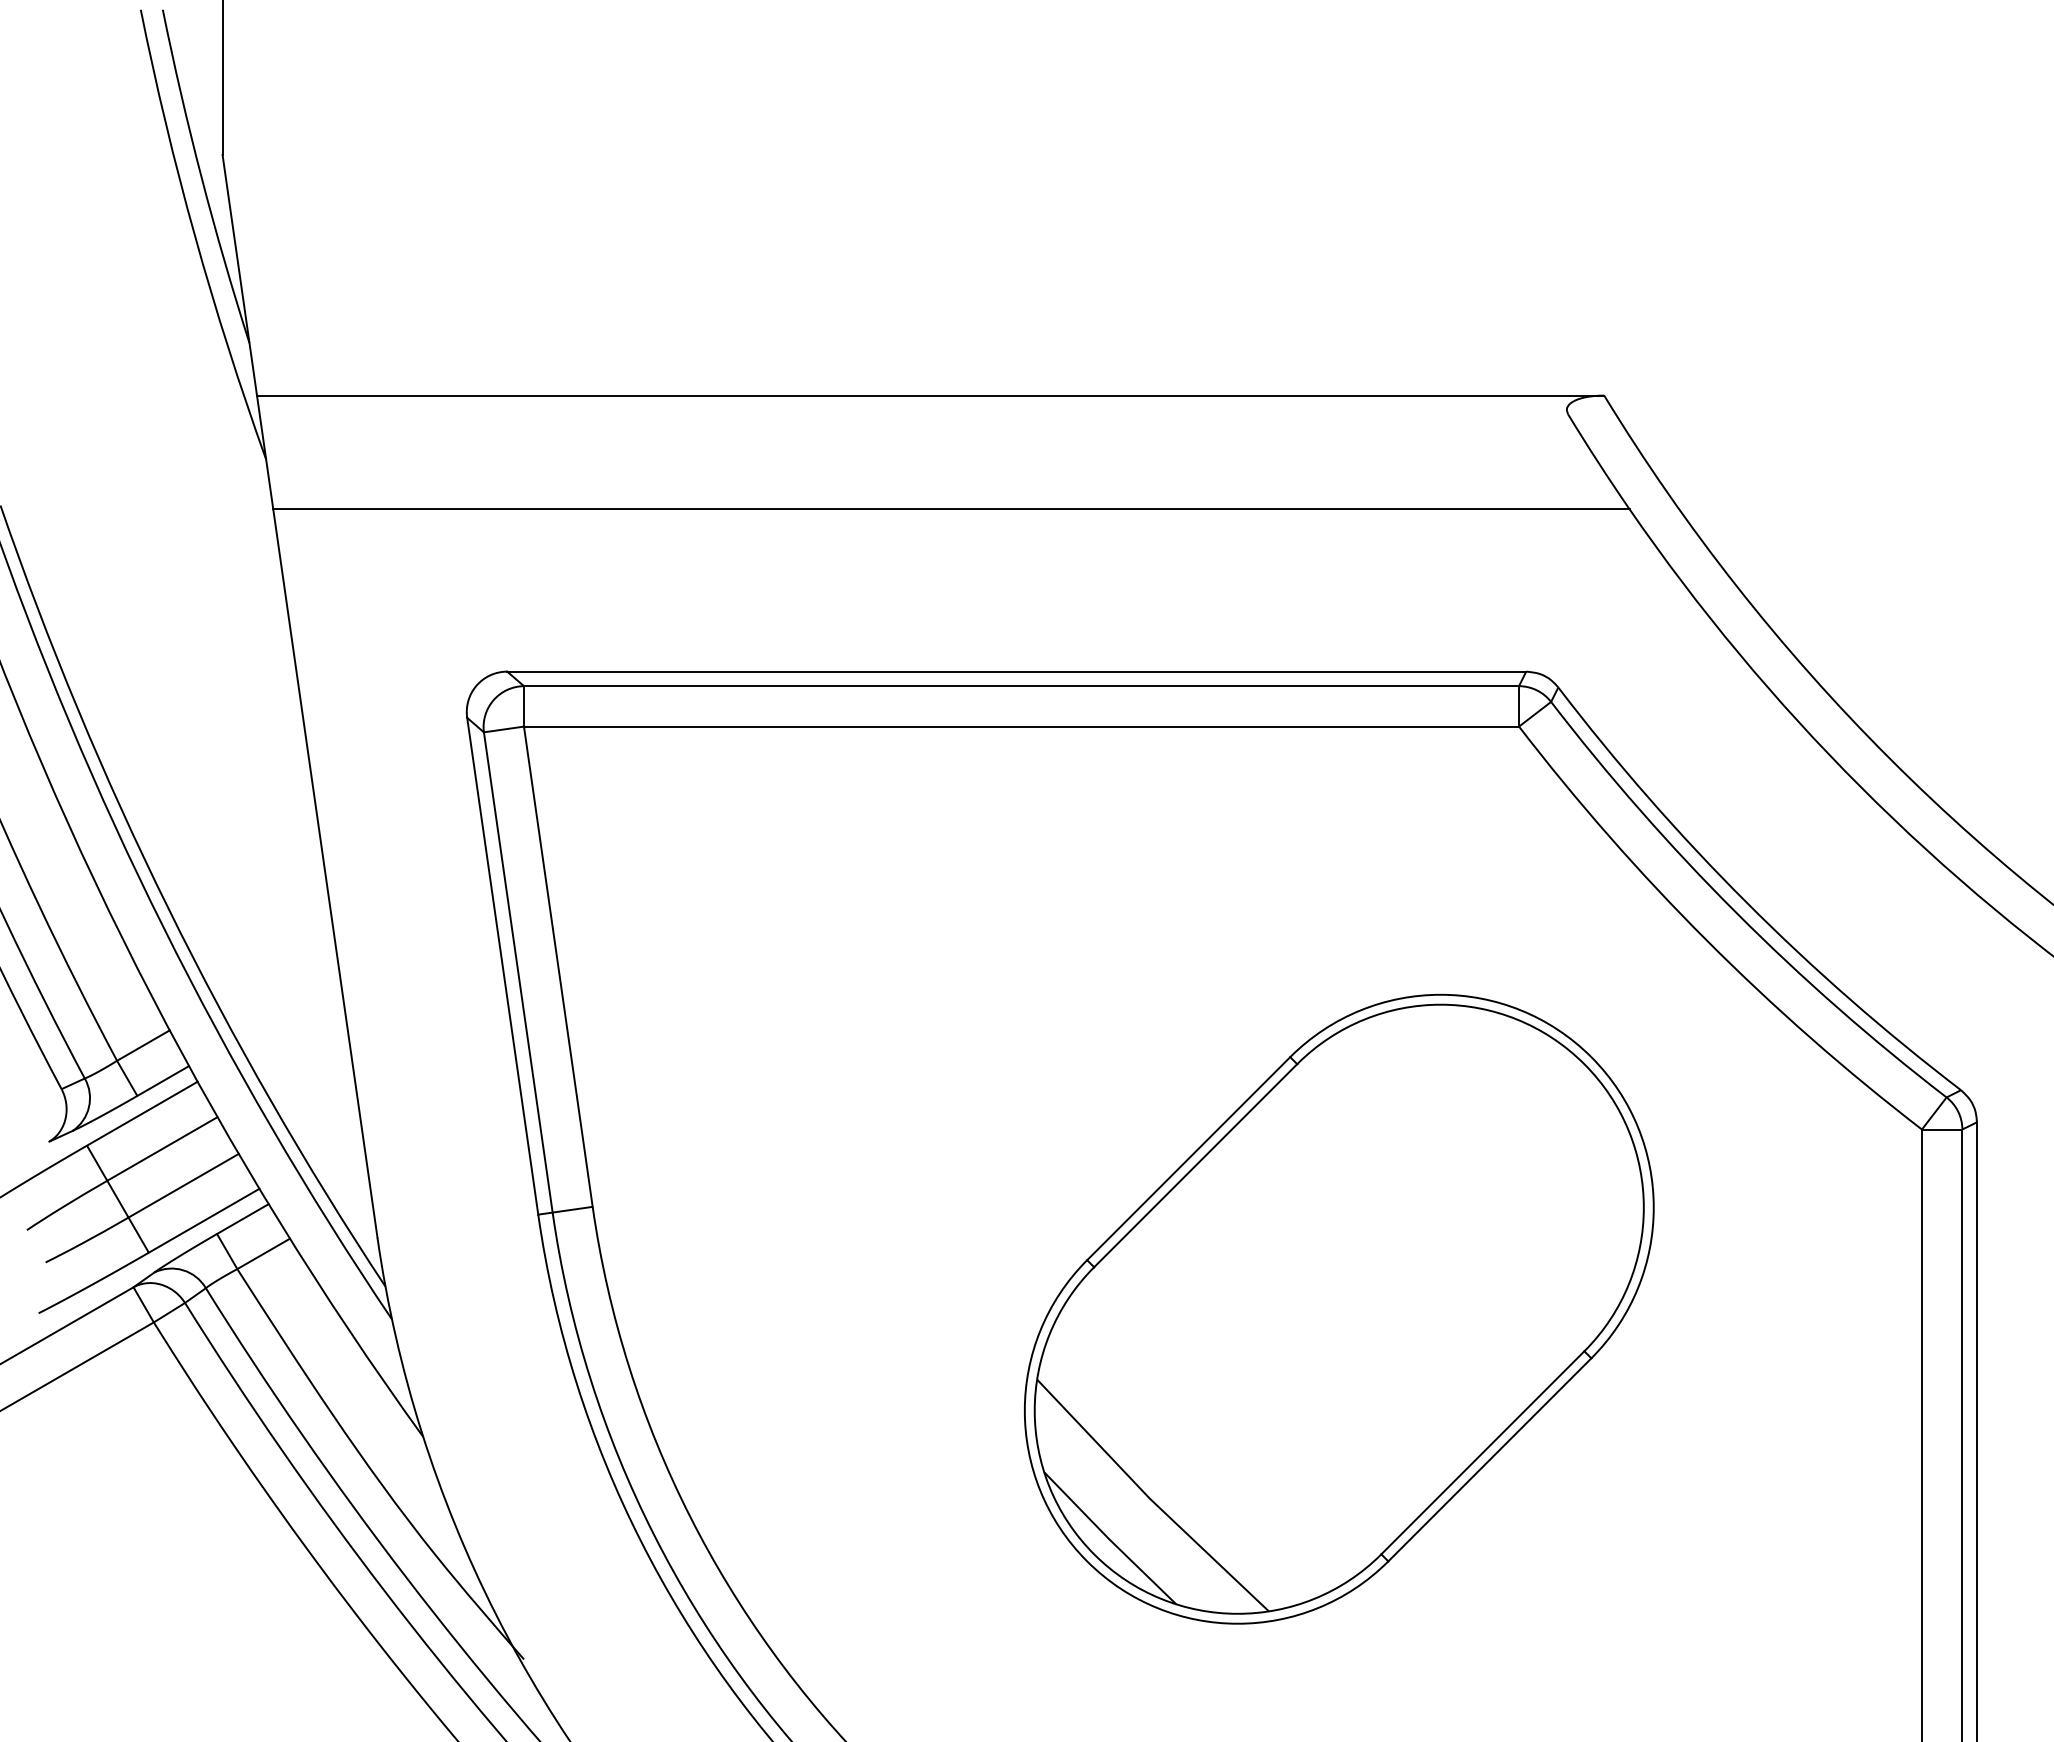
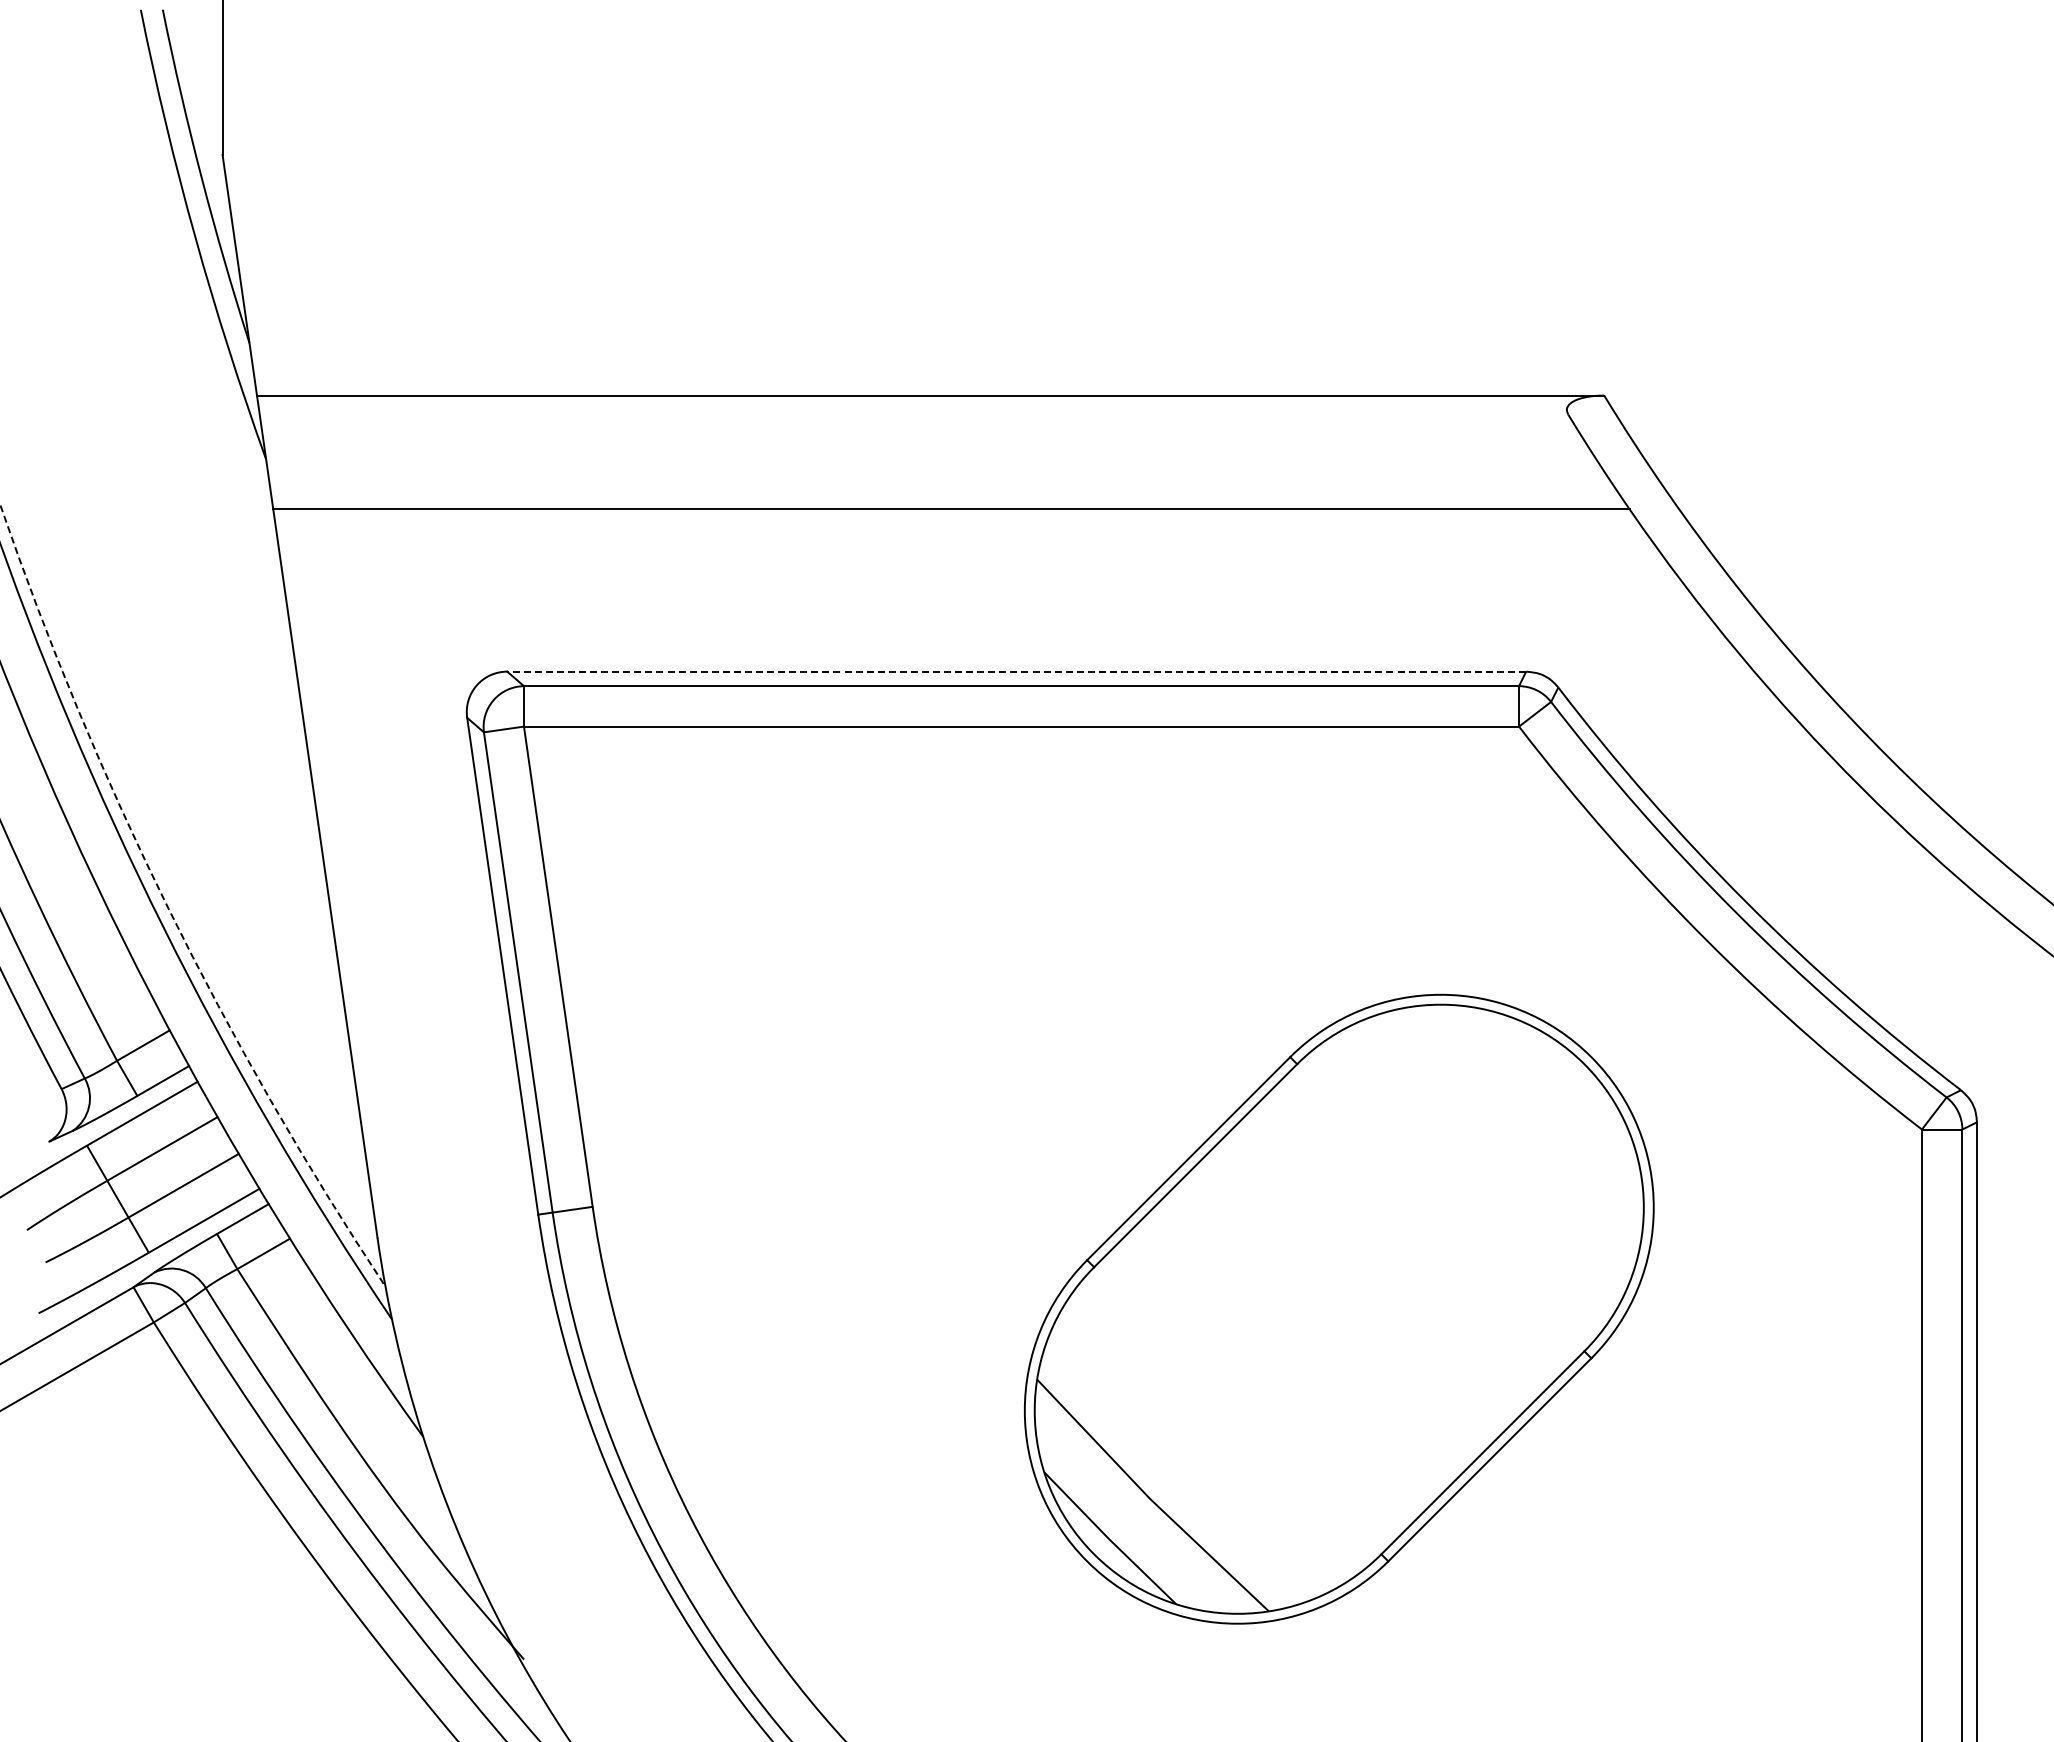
line at (1016, 671): solid -> dashed
arc at (168, 908): solid -> dashed
